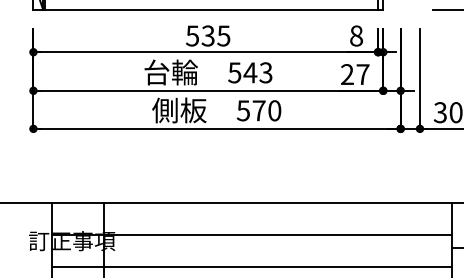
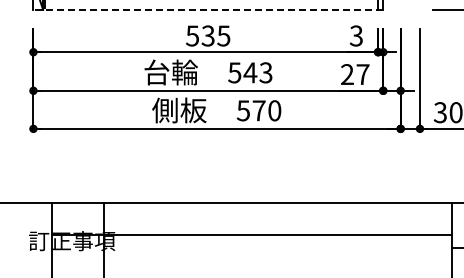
line at (208, 9): solid -> dashed
text at (356, 35): 8 -> 3
line at (251, 267): present -> none
